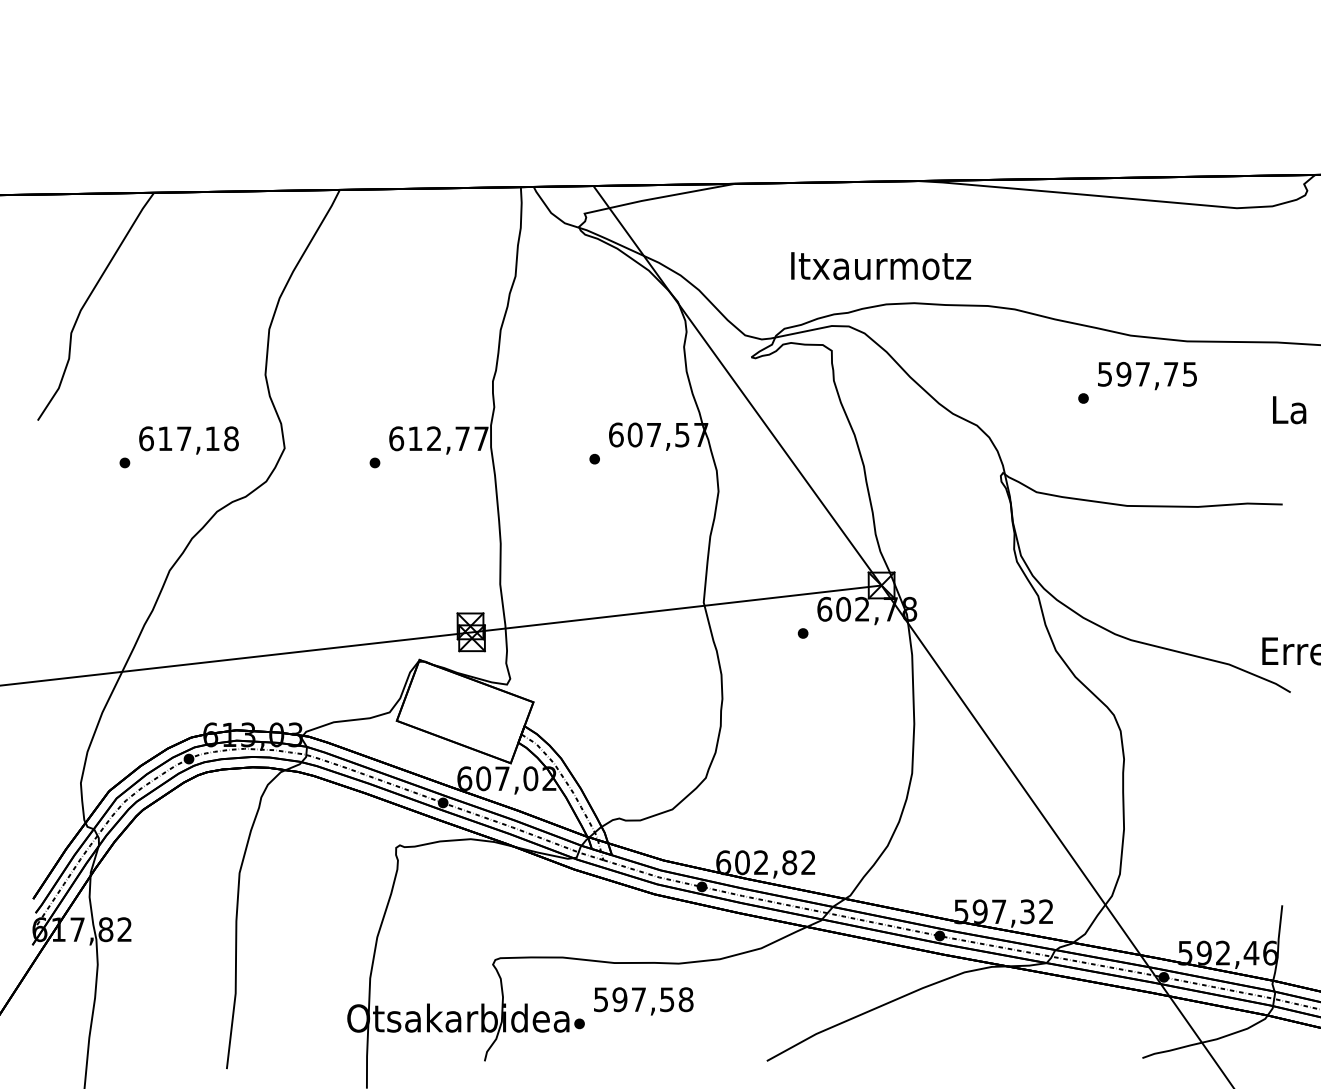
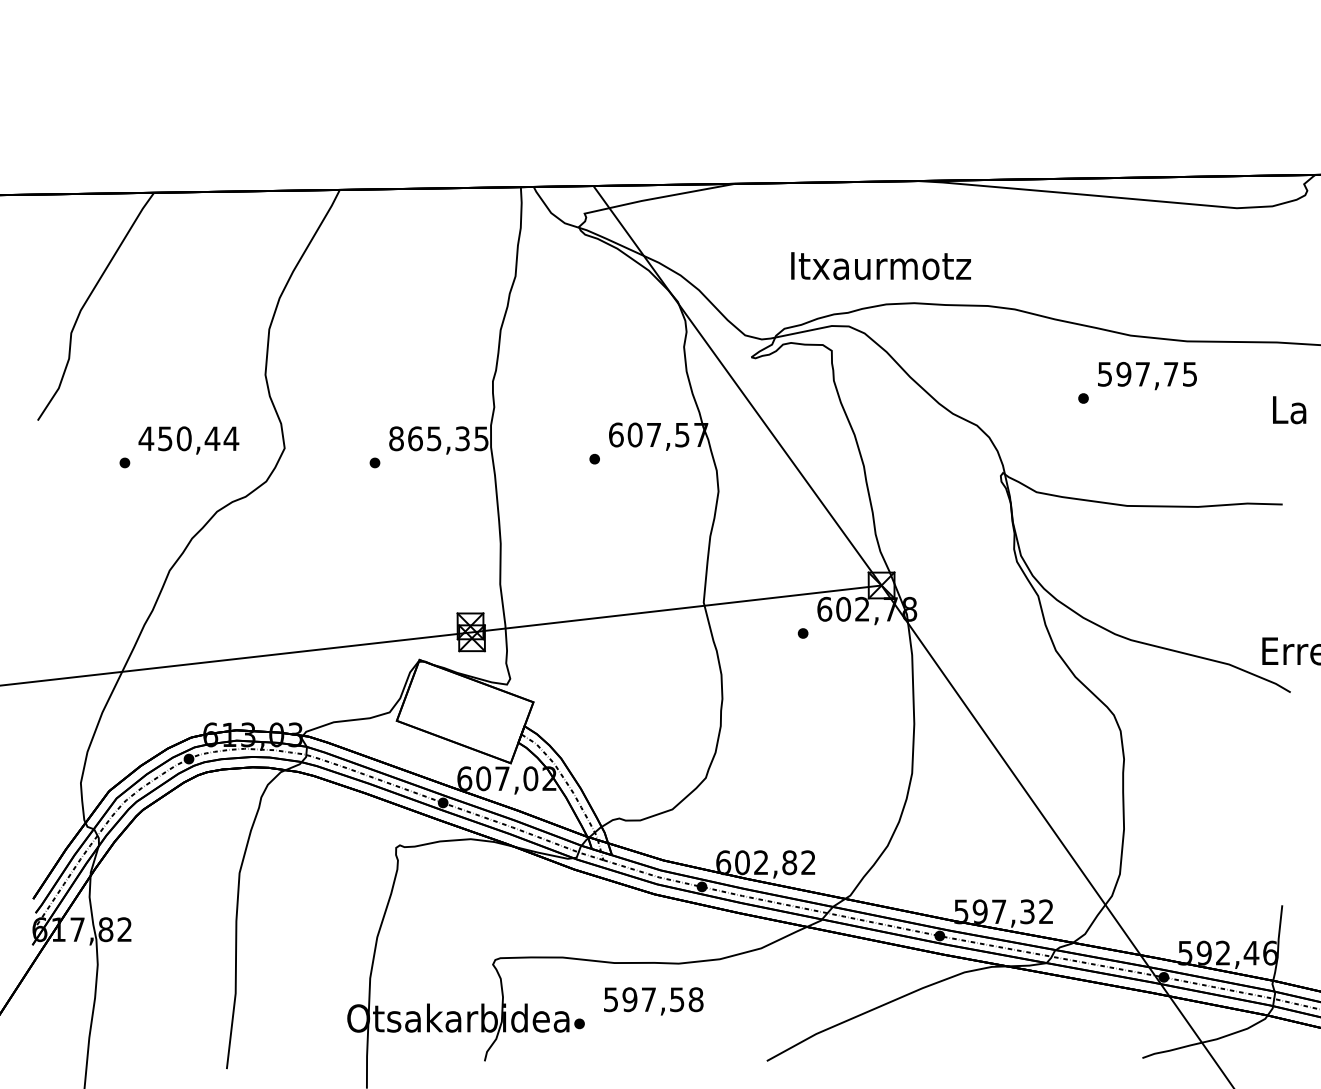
text at (188, 438): 617,18 -> 450,44
text at (438, 438): 612,77 -> 865,35
text at (643, 1001) position: (643, 1001) -> (653, 1001)
